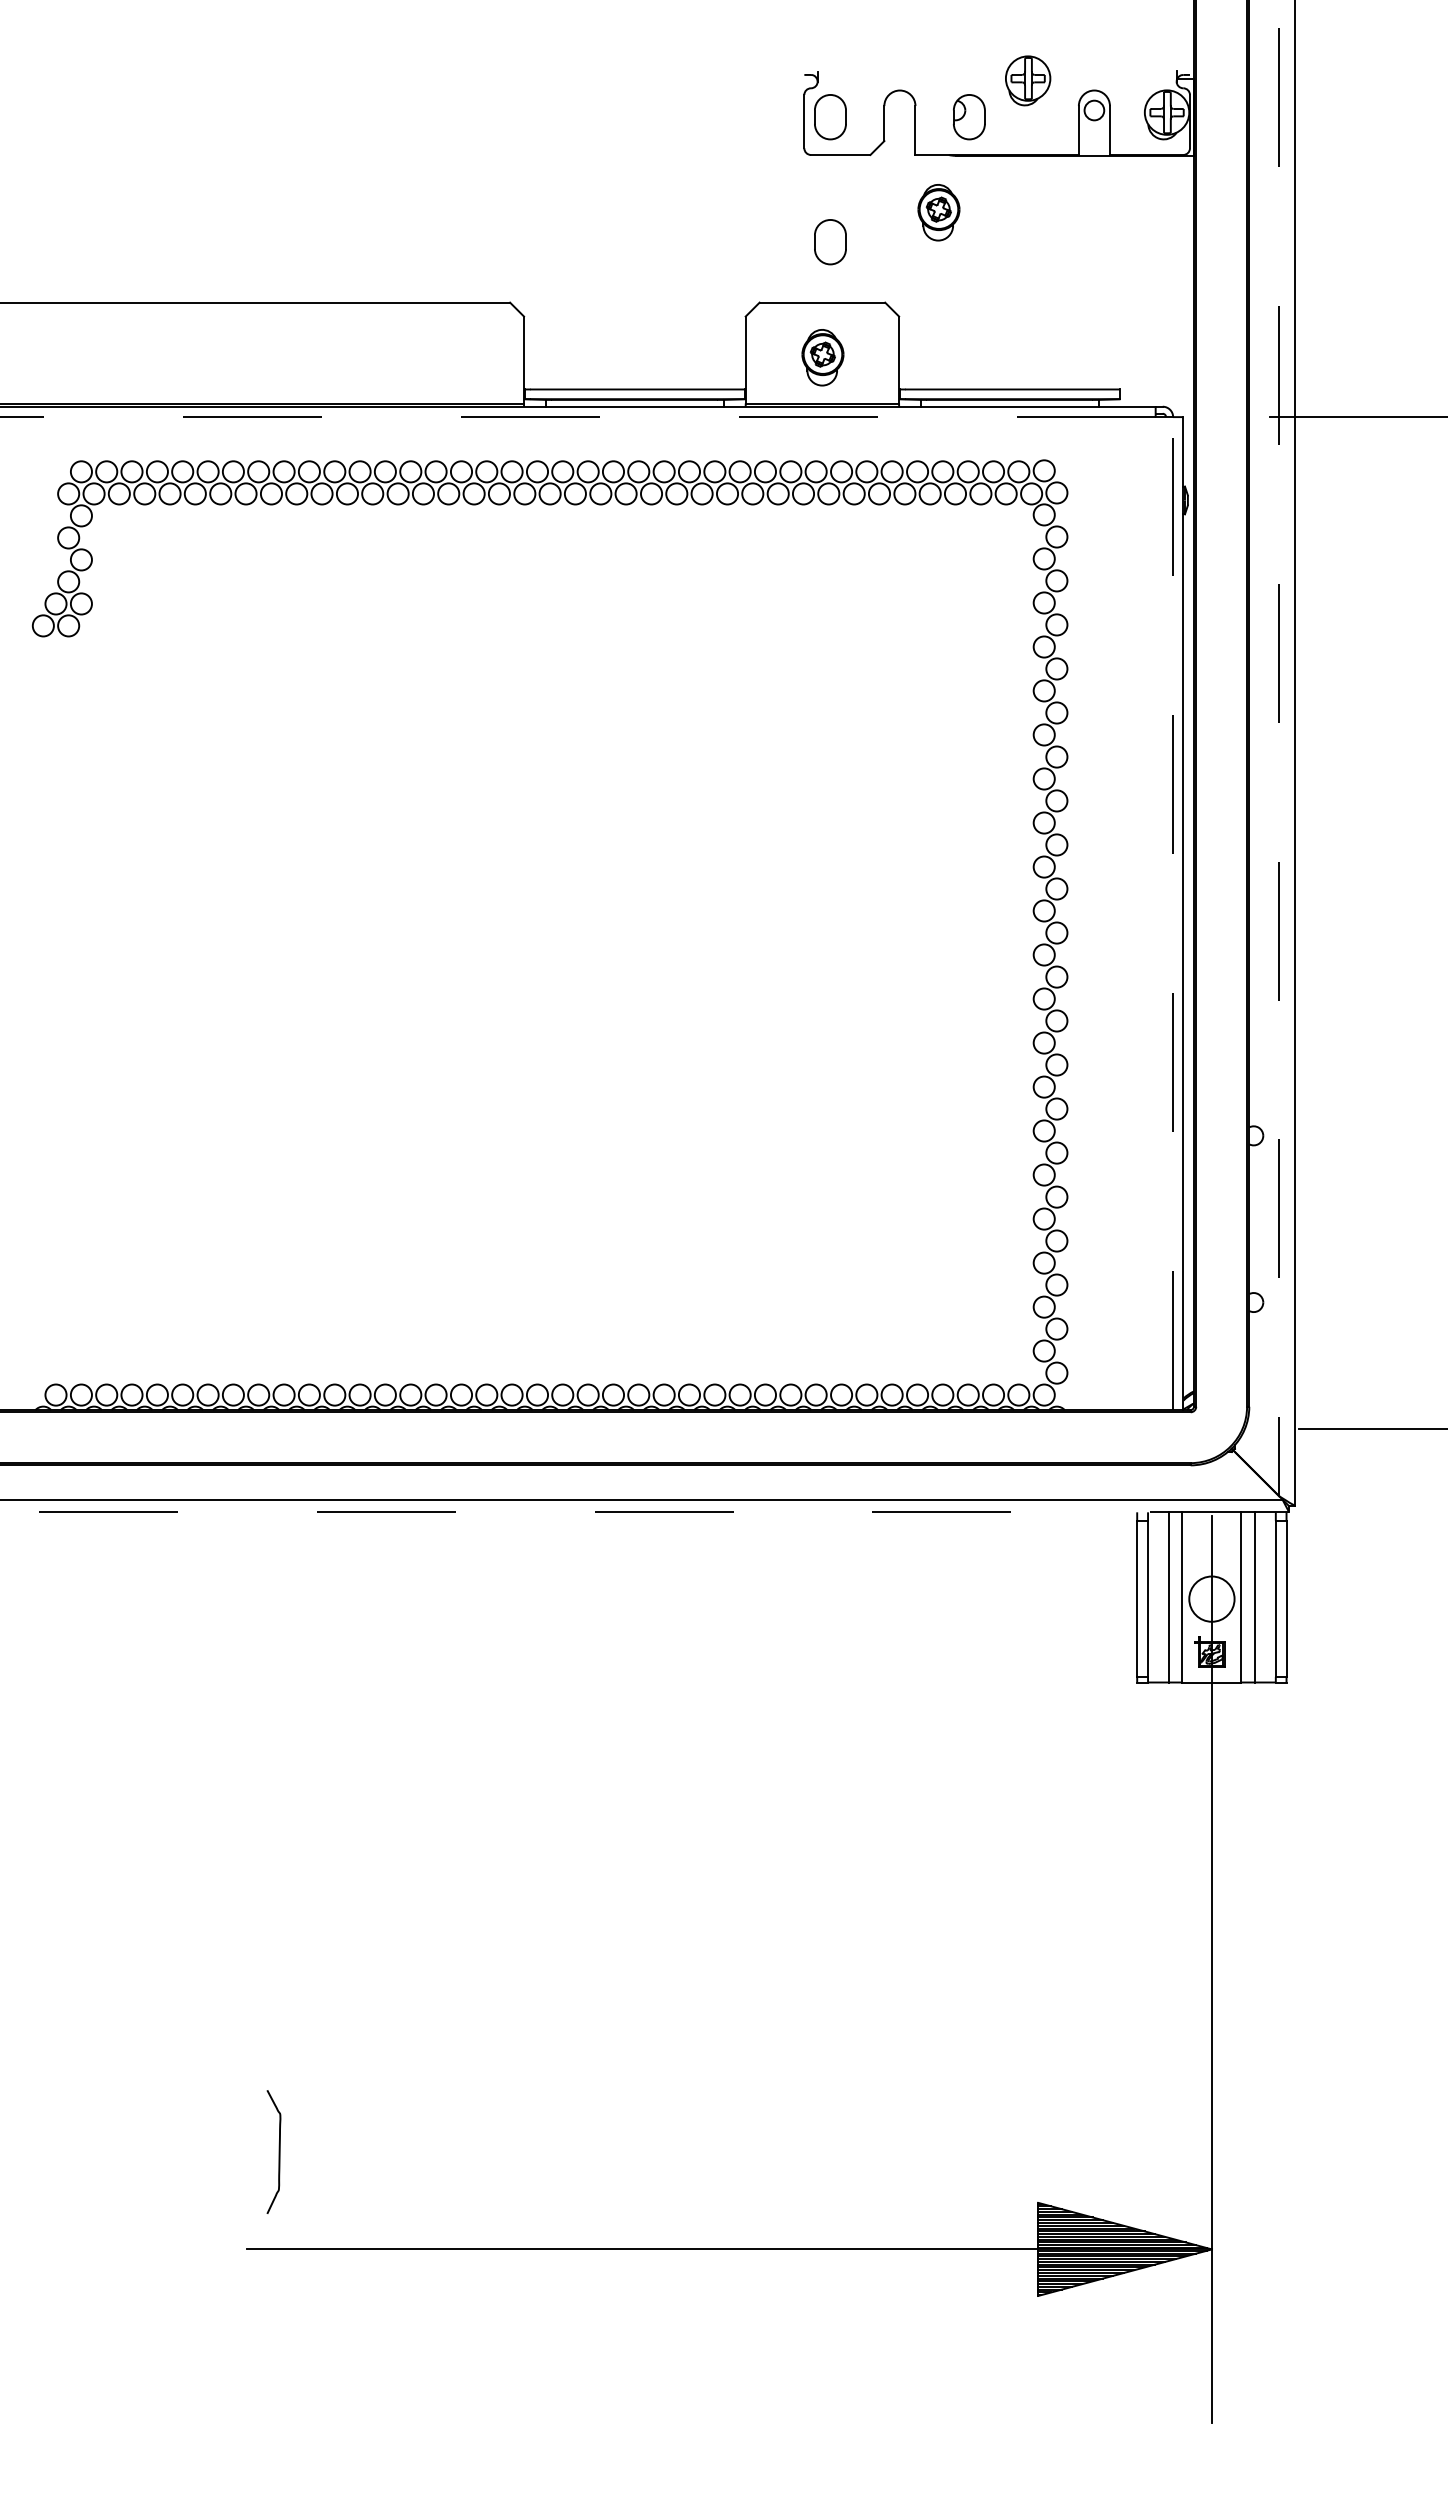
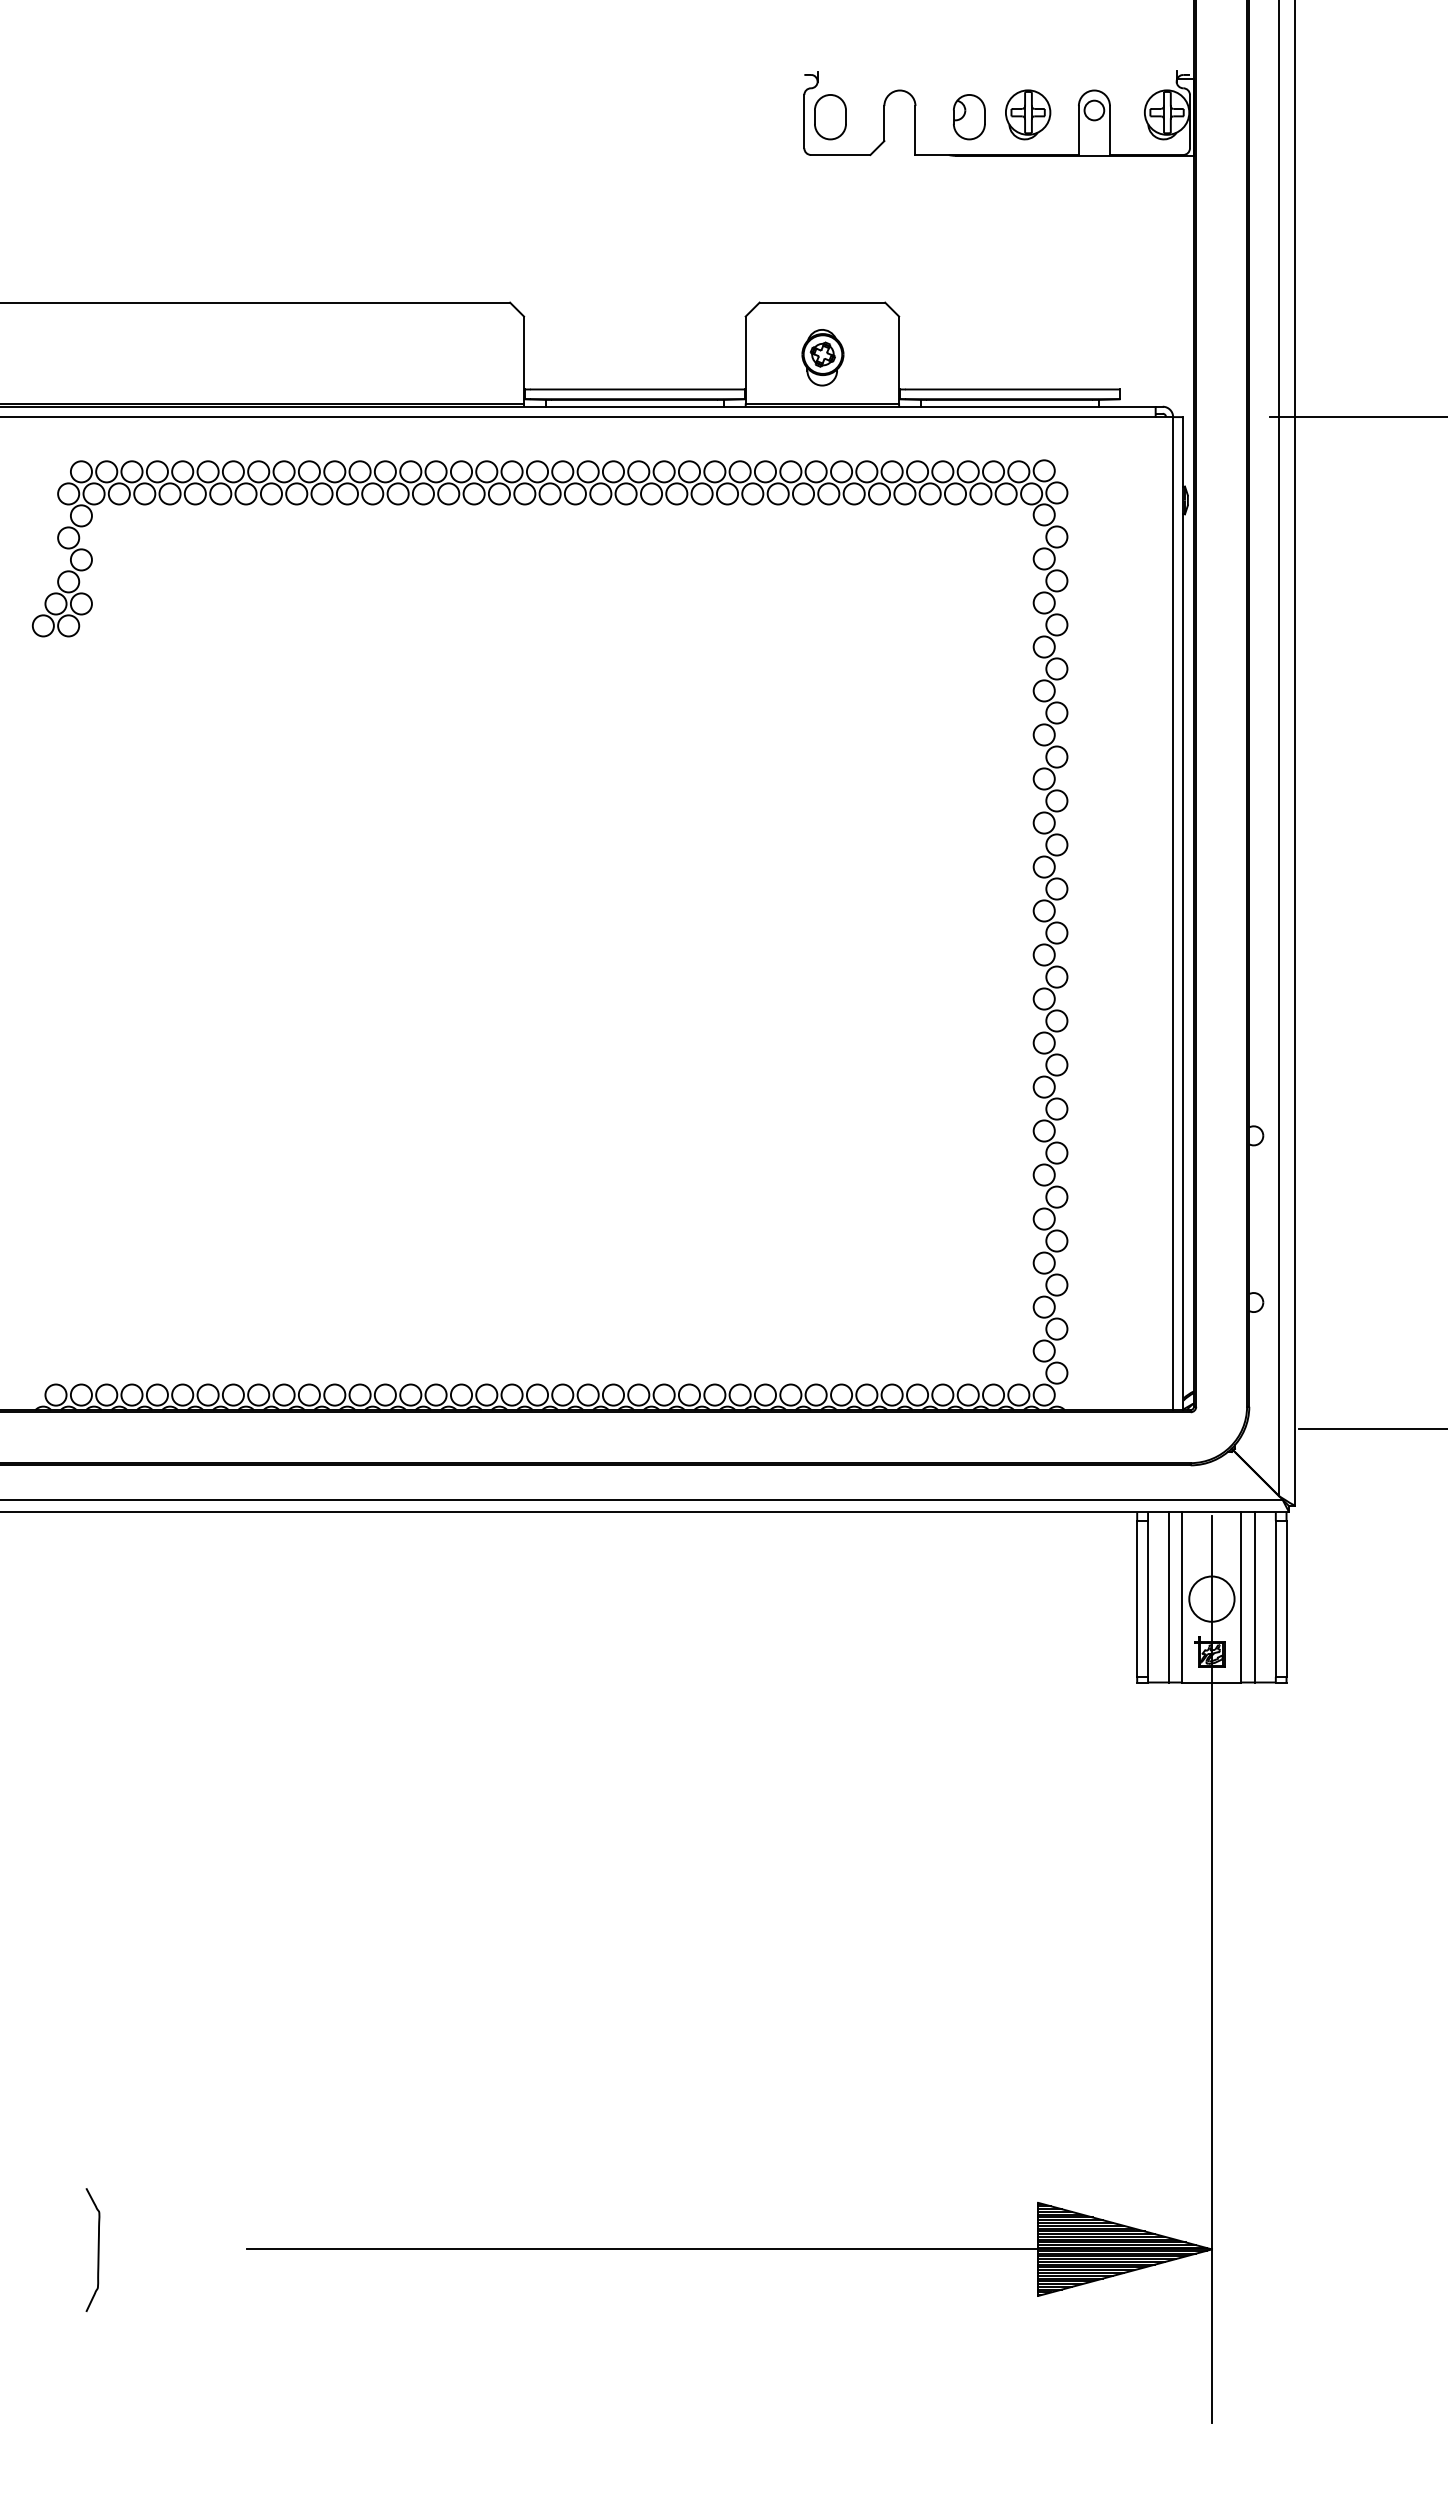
part at (1028, 80) position: (1028, 80) -> (1028, 114)
part at (938, 212): present -> none
part at (830, 242): present -> none
line at (577, 417): dashed -> solid
line at (1279, 748): dashed -> solid
line at (1173, 913): dashed -> solid
line at (644, 1512): dashed -> solid
curve at (278, 2151) position: (278, 2151) -> (97, 2249)
